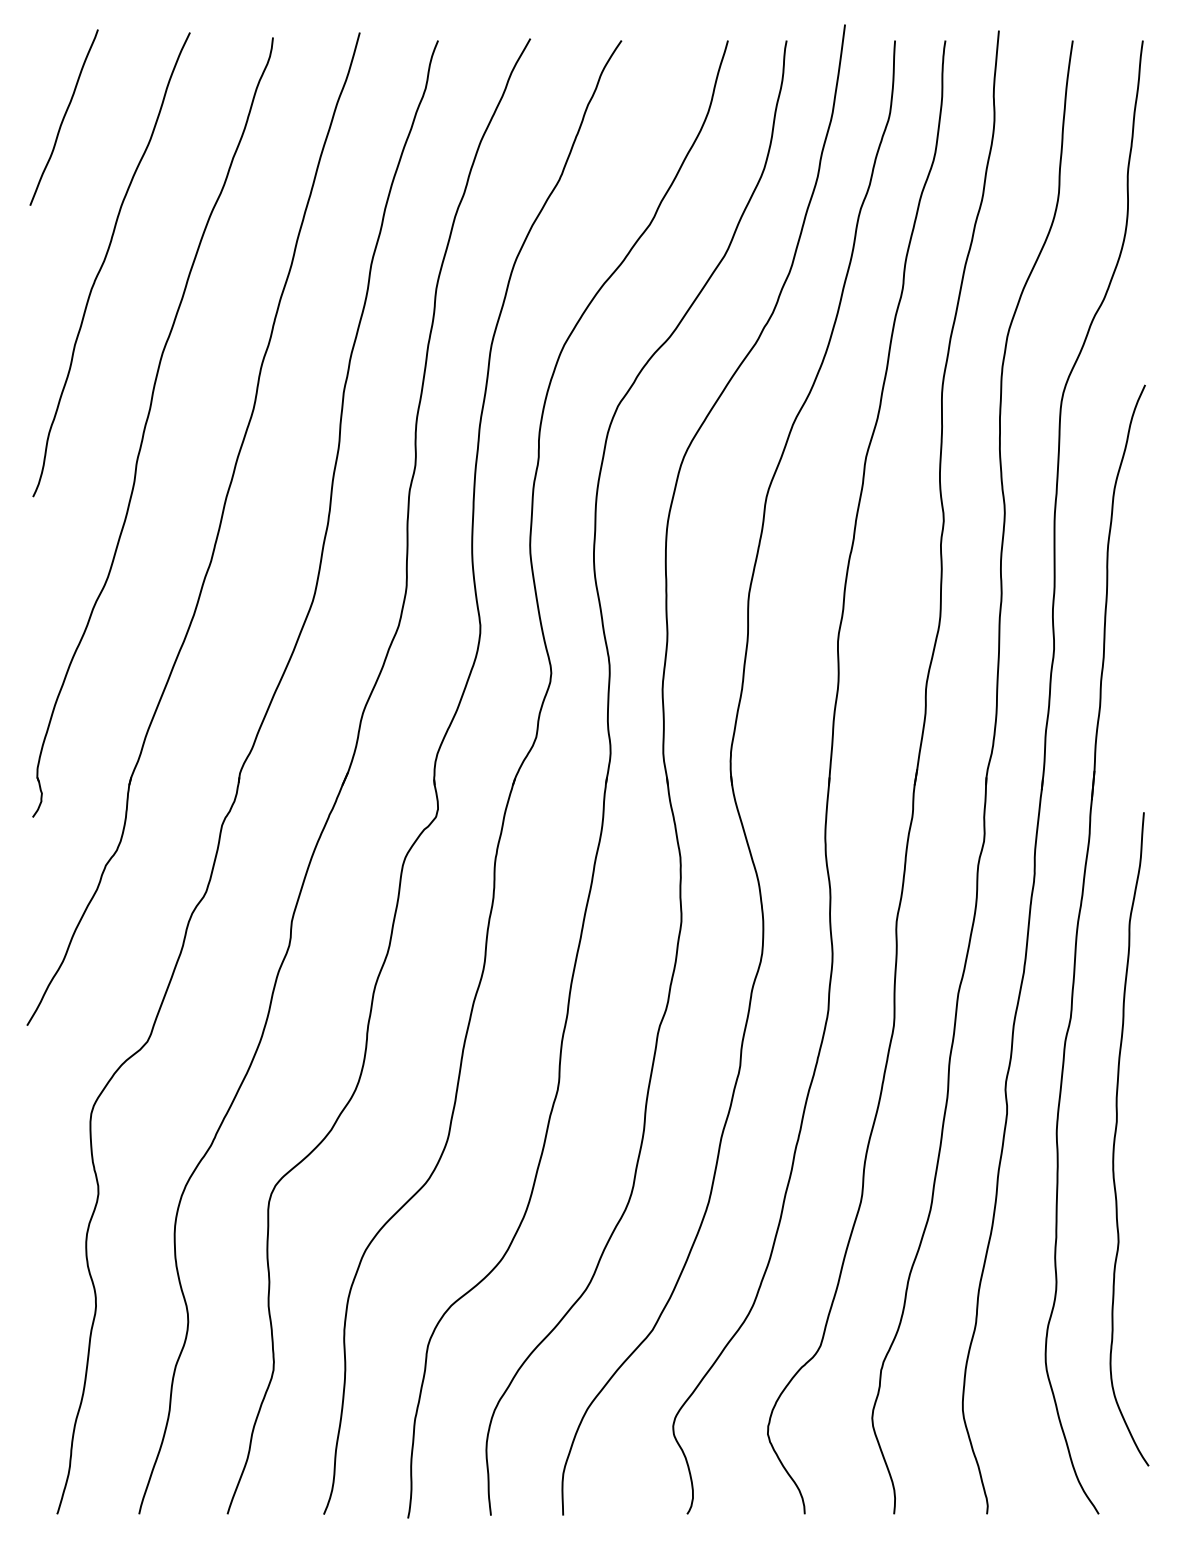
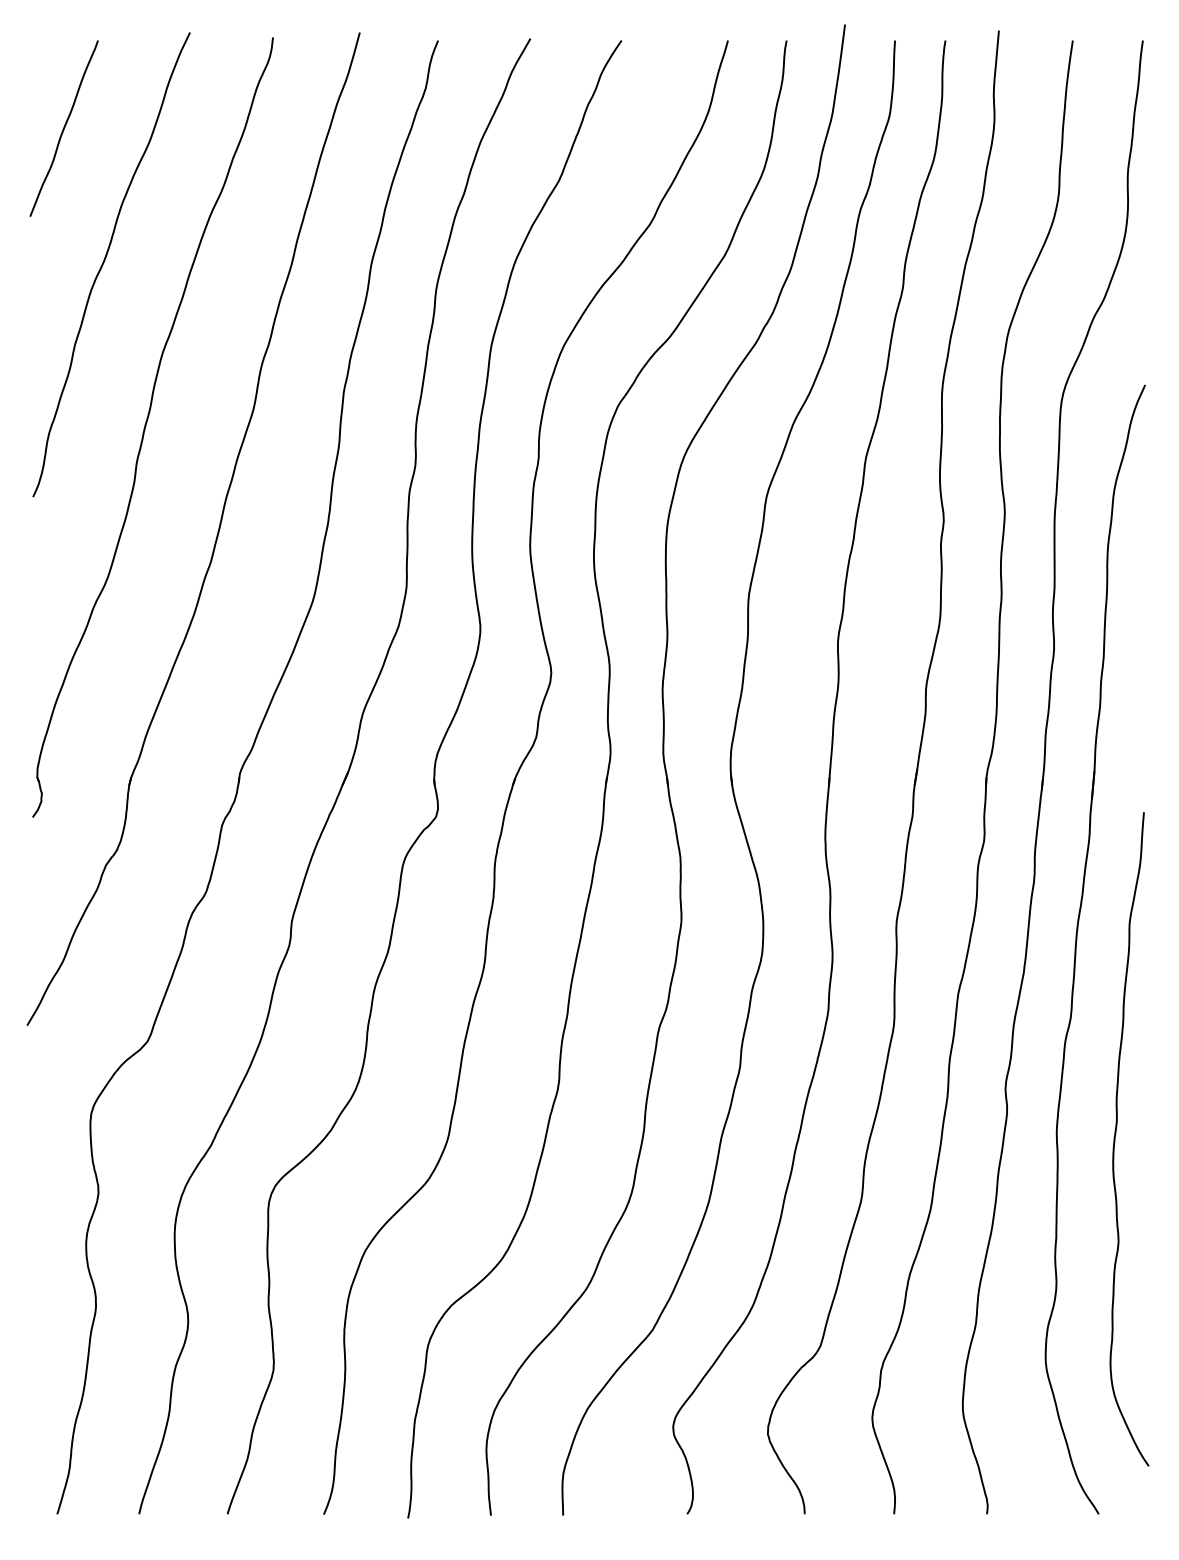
curve at (63, 117) position: (63, 117) -> (63, 128)
